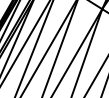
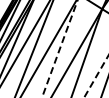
line at (59, 49): solid -> dashed
line at (96, 77): solid -> dashed
